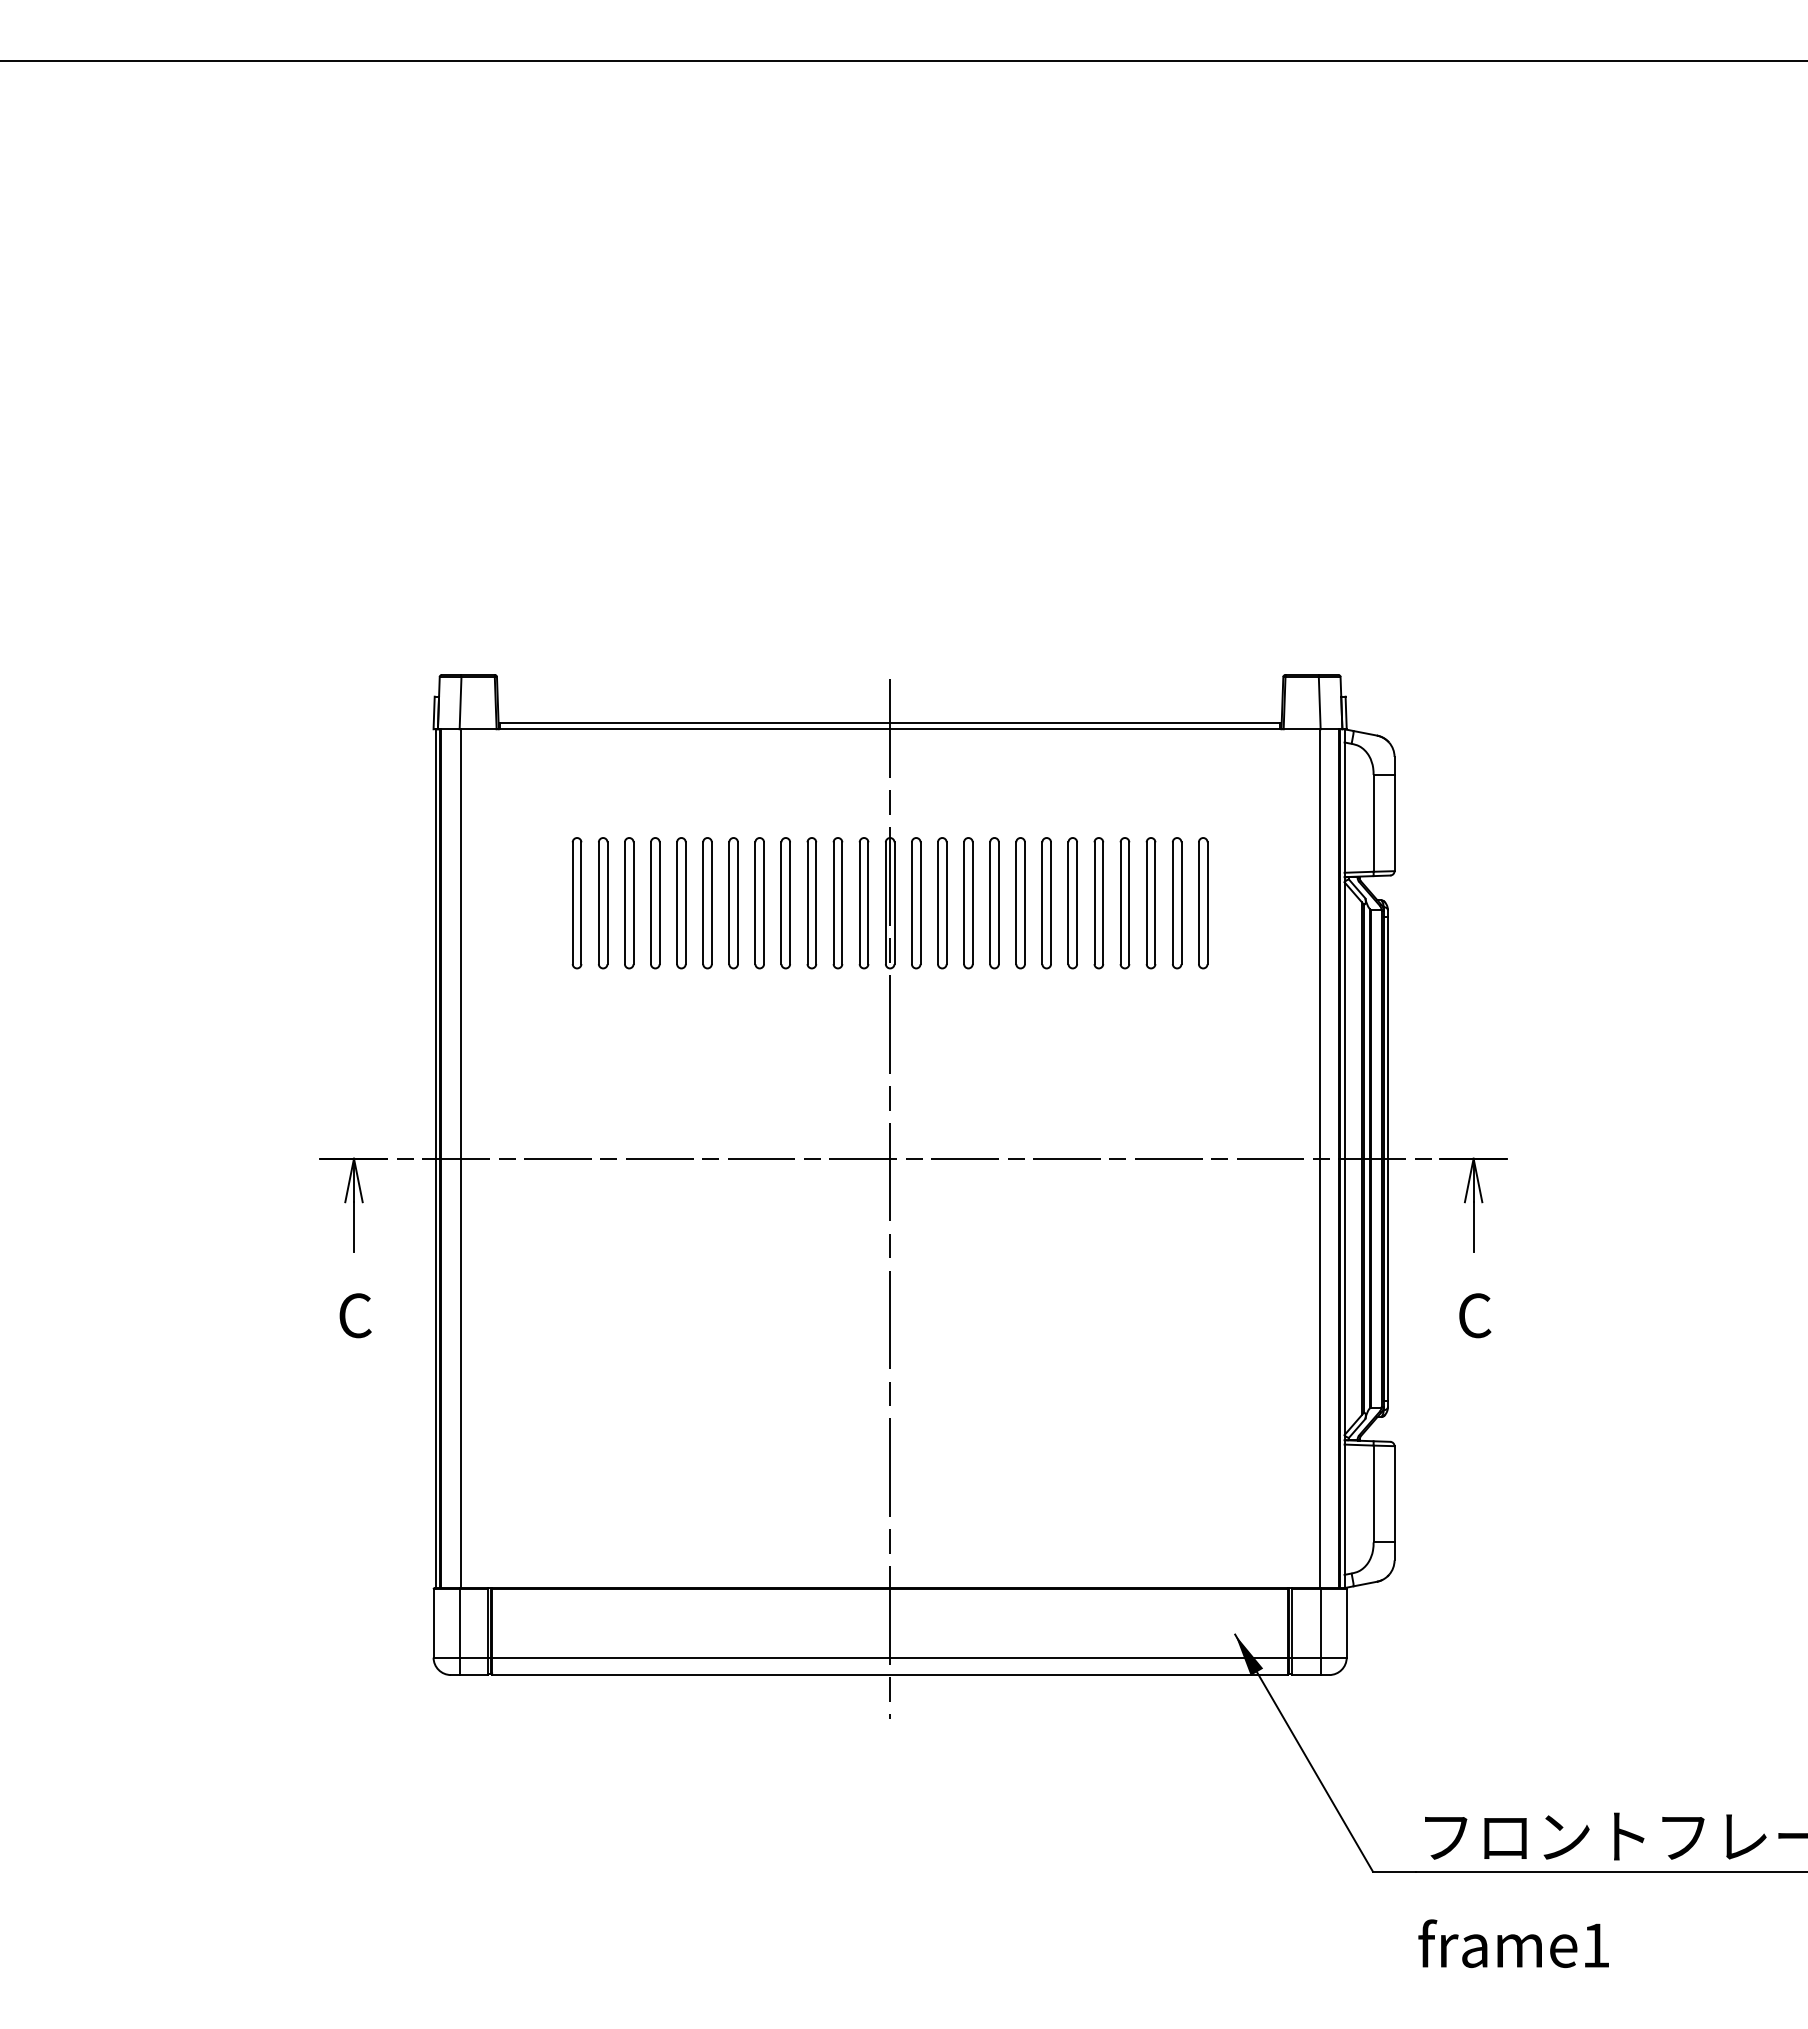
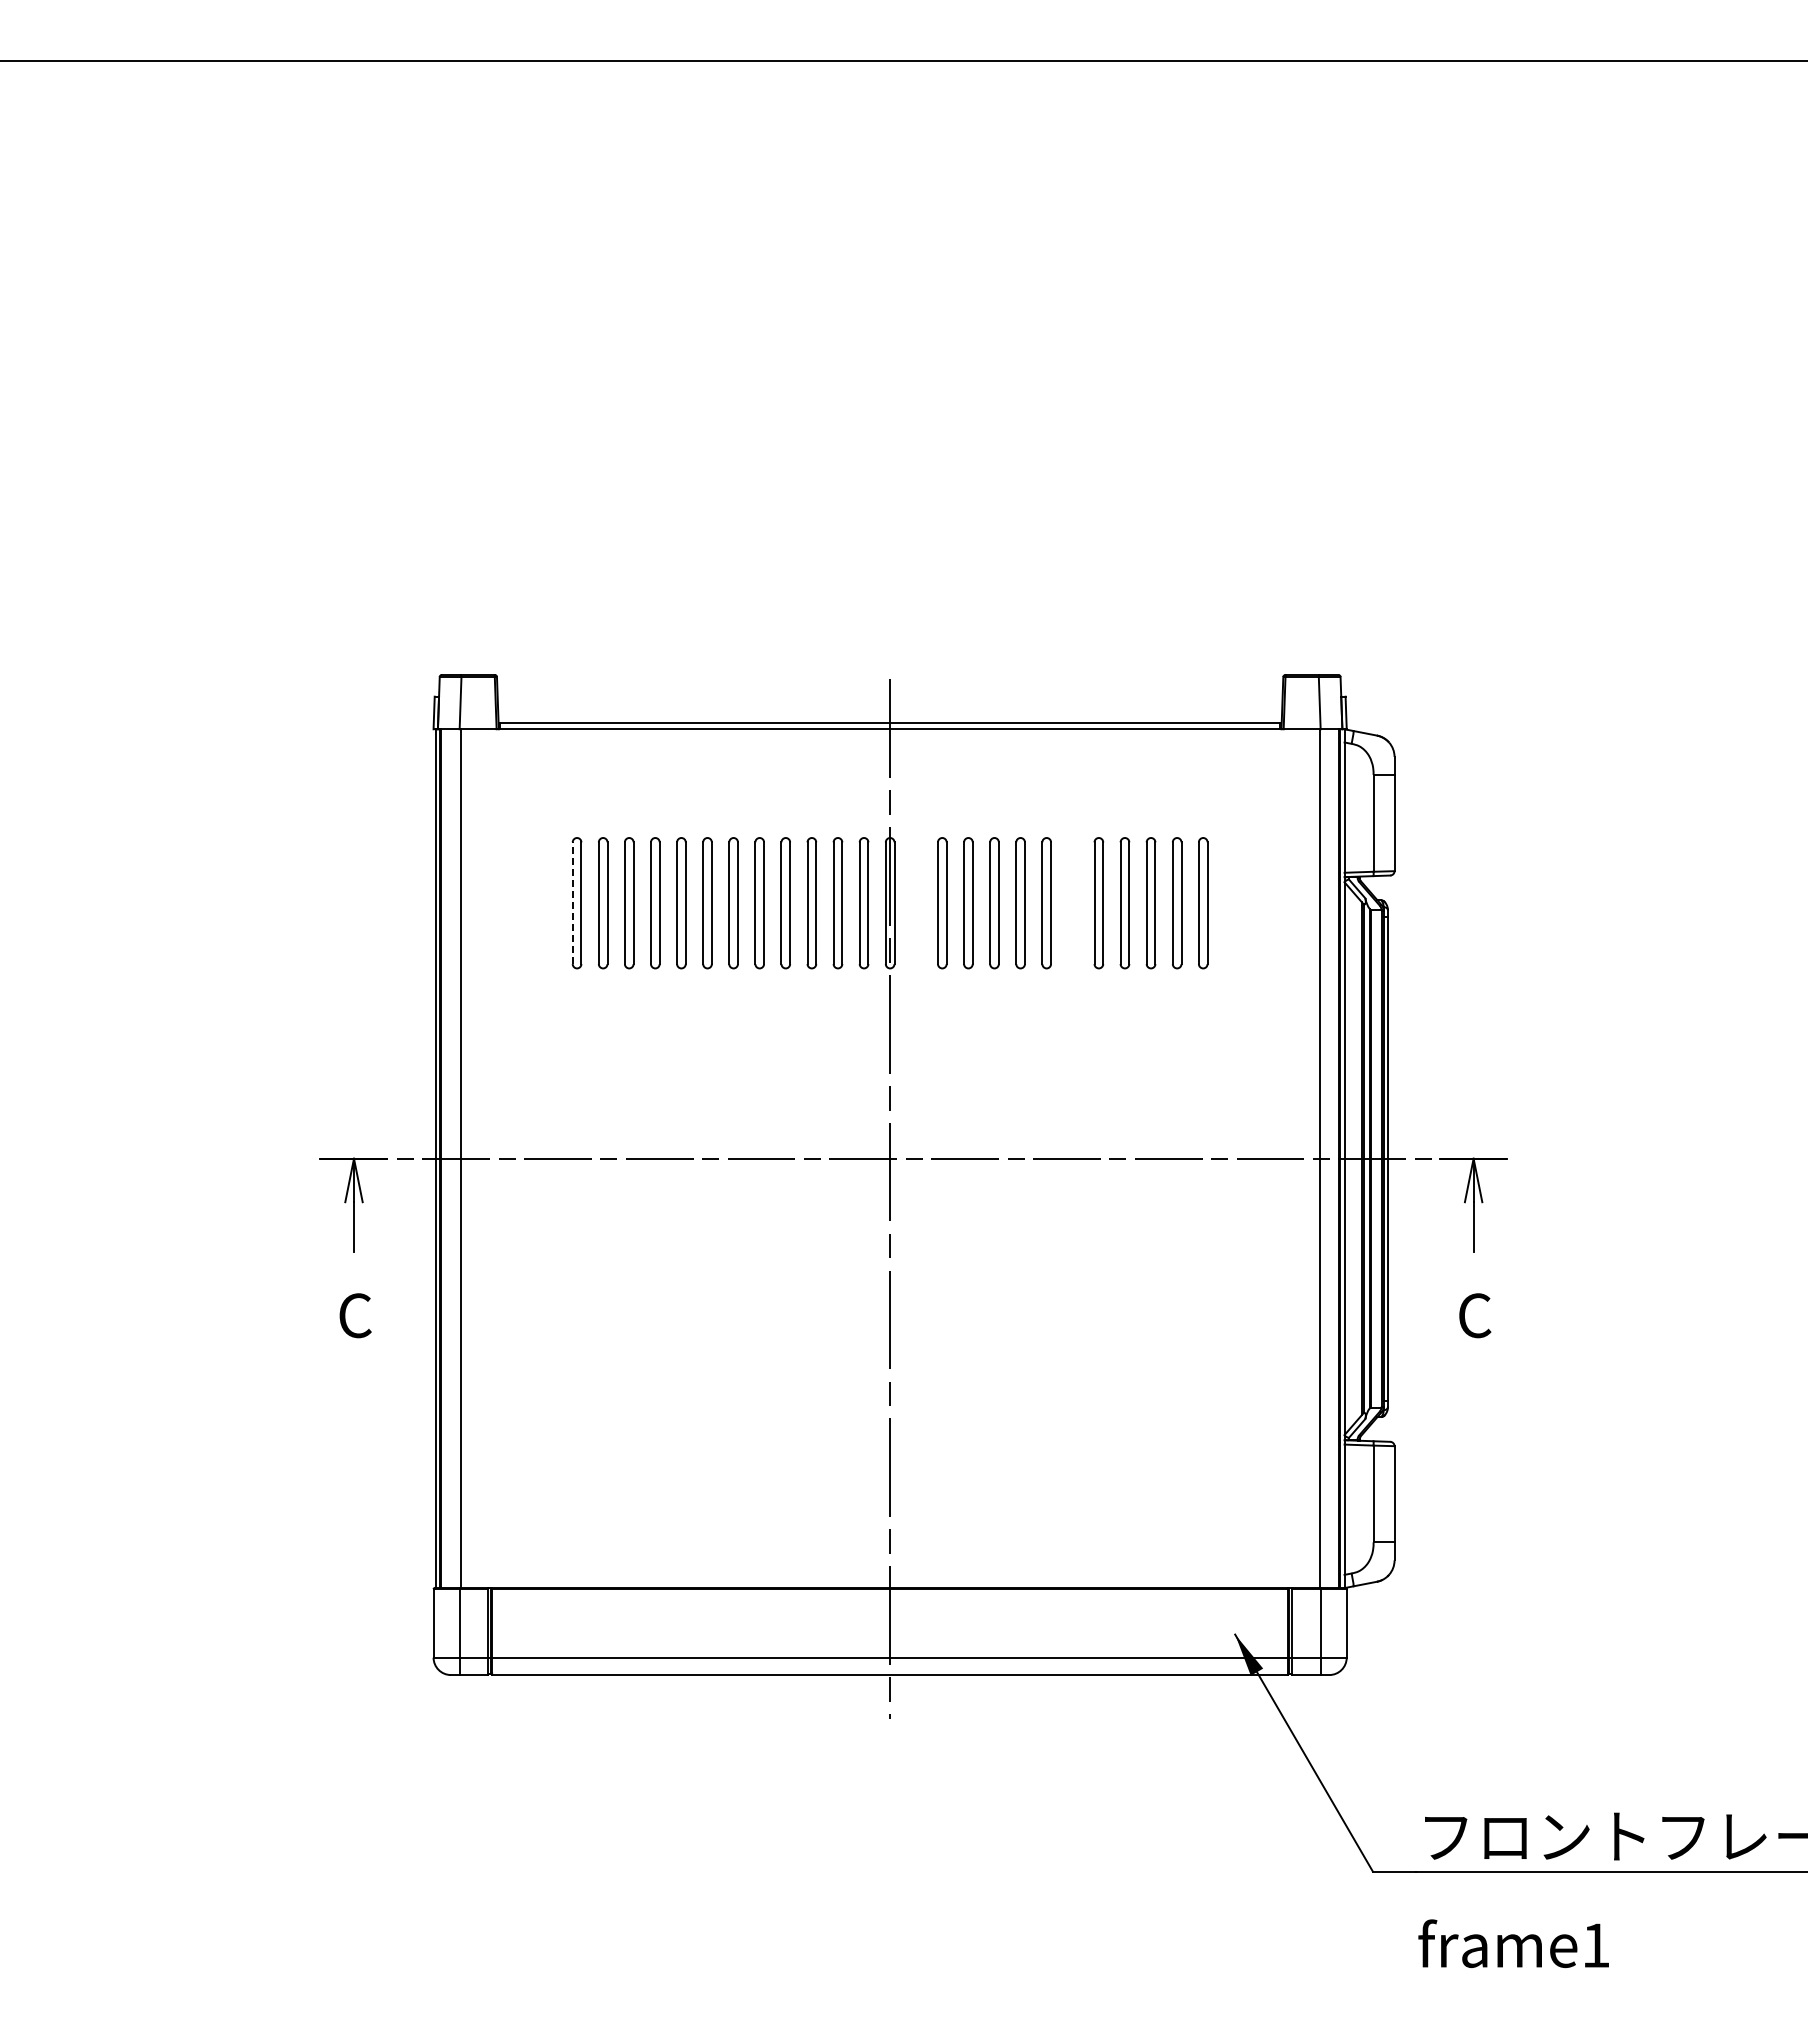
line at (572, 903): solid -> dashed
part at (916, 903): present -> none
part at (1072, 903): present -> none
